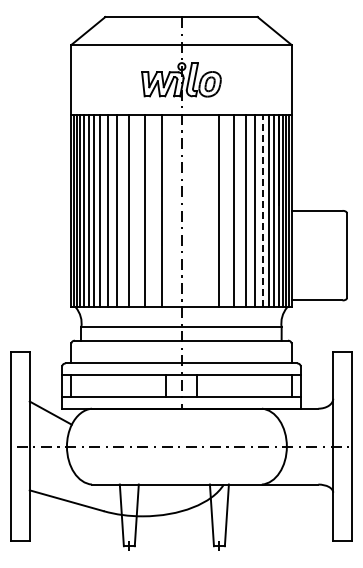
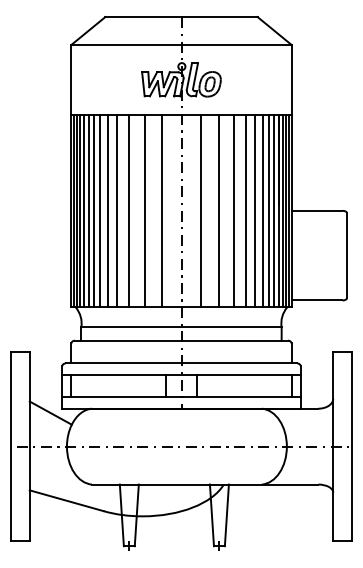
line at (201, 210): none -> present
line at (262, 210): dashed -> solid
